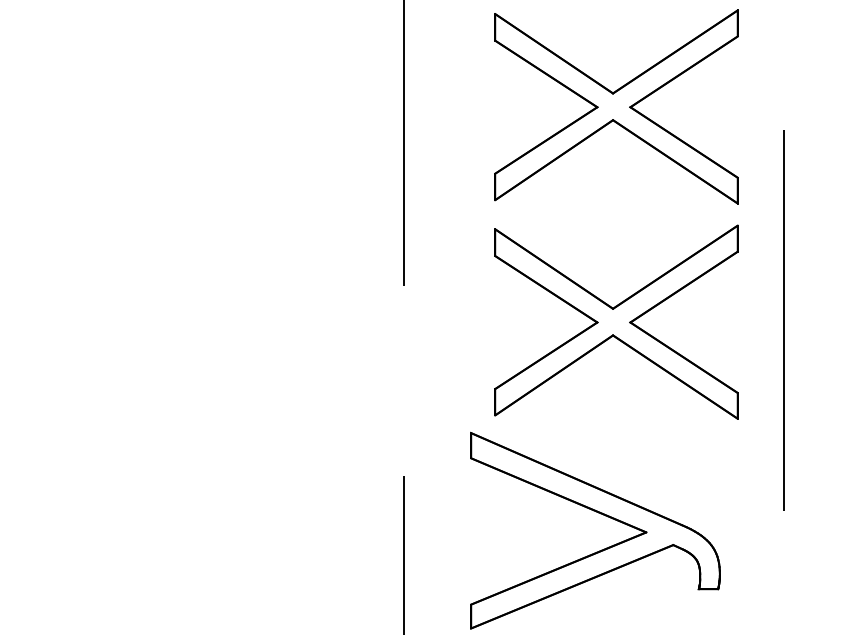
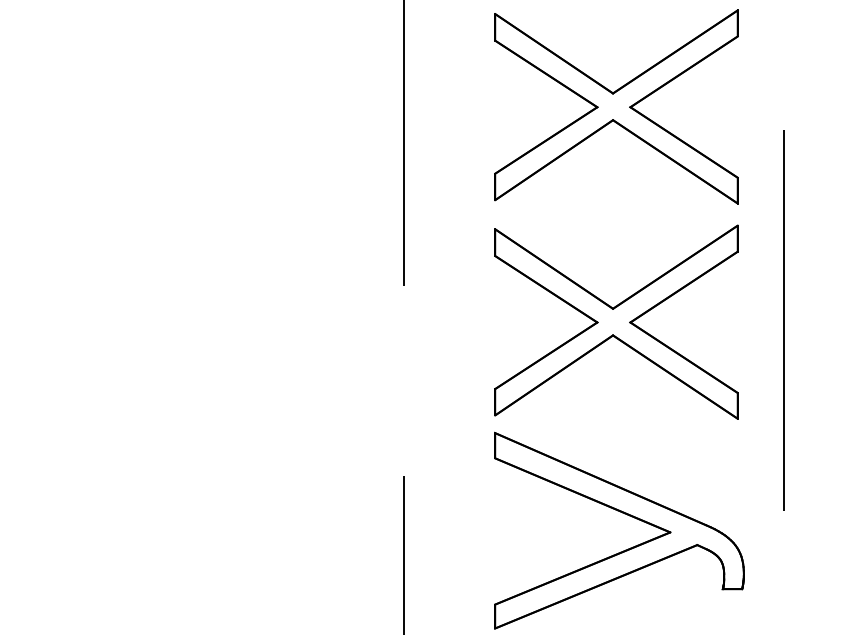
part at (600, 514) position: (600, 514) -> (624, 514)
